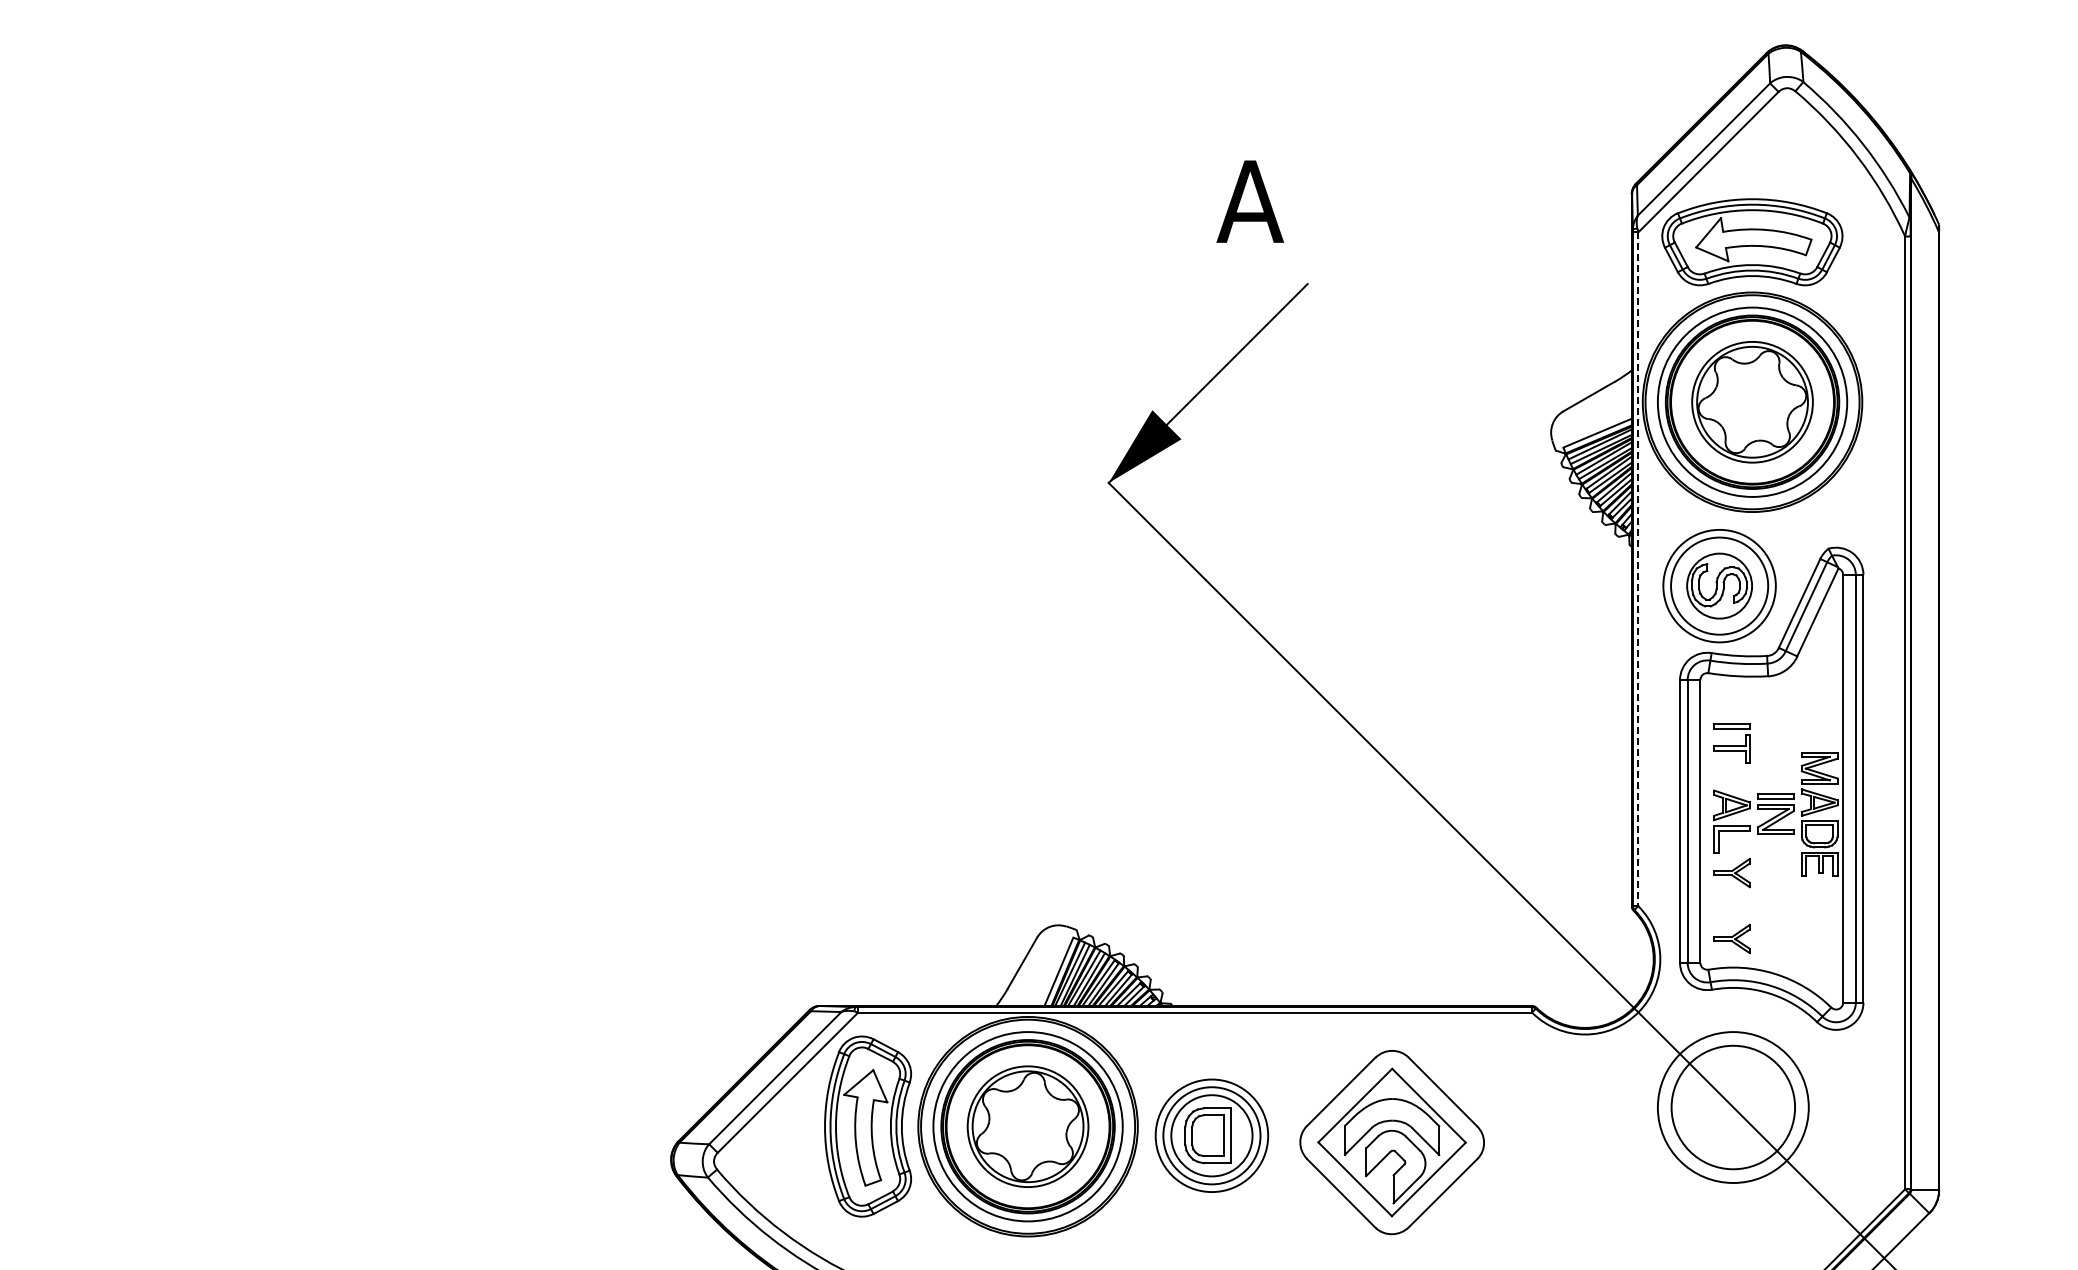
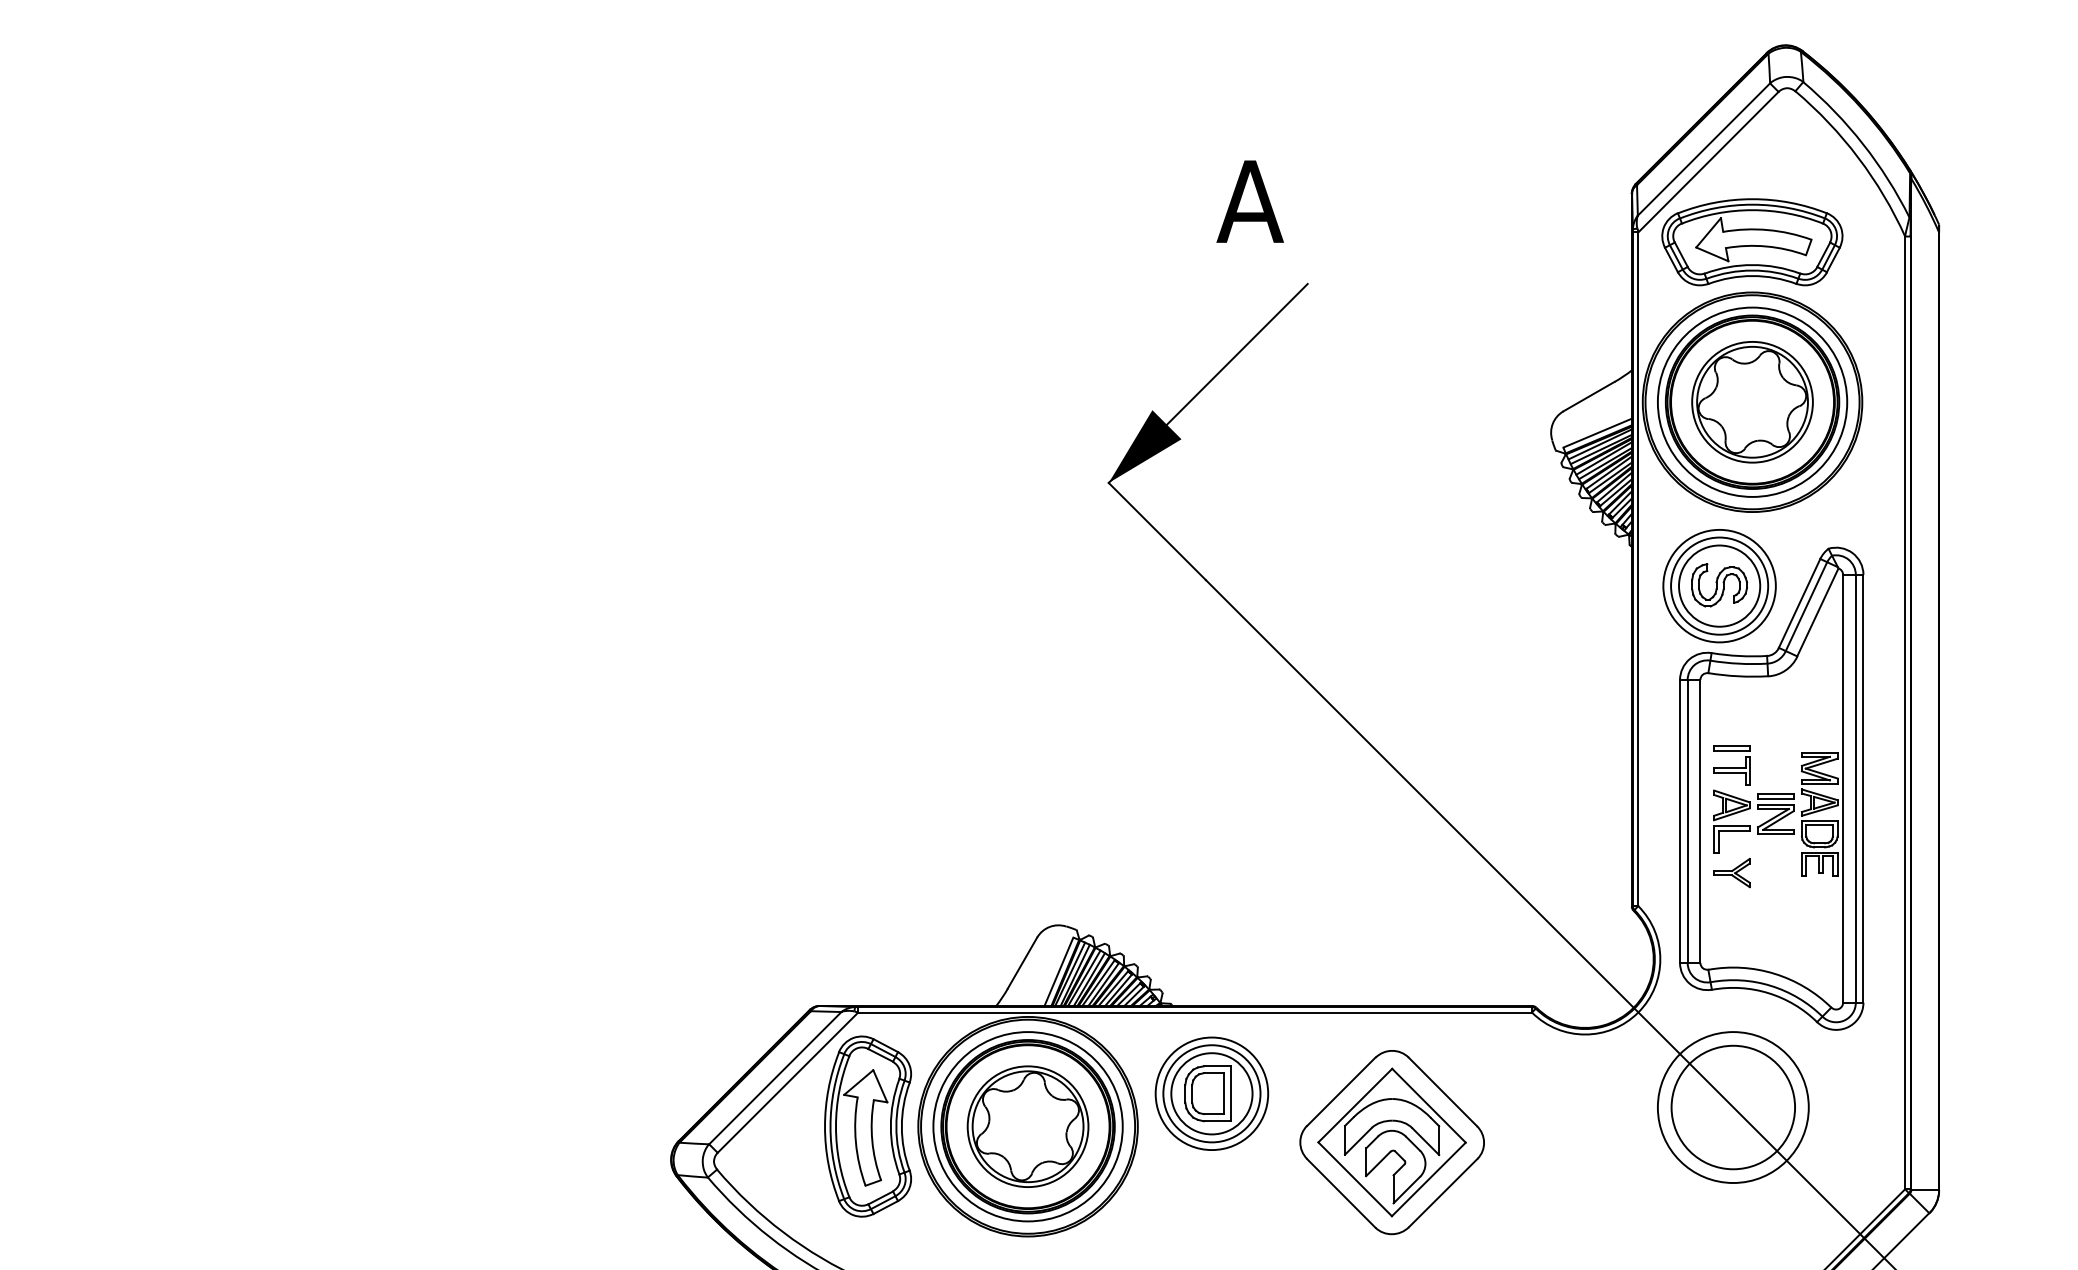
line at (1638, 569): dashed -> solid
circle at (1719, 585) diameter: 65 px -> 81 px
part at (1731, 743) position: (1731, 743) -> (1731, 765)
part at (1731, 939): present -> none
part at (1211, 1135) position: (1211, 1135) -> (1211, 1093)
